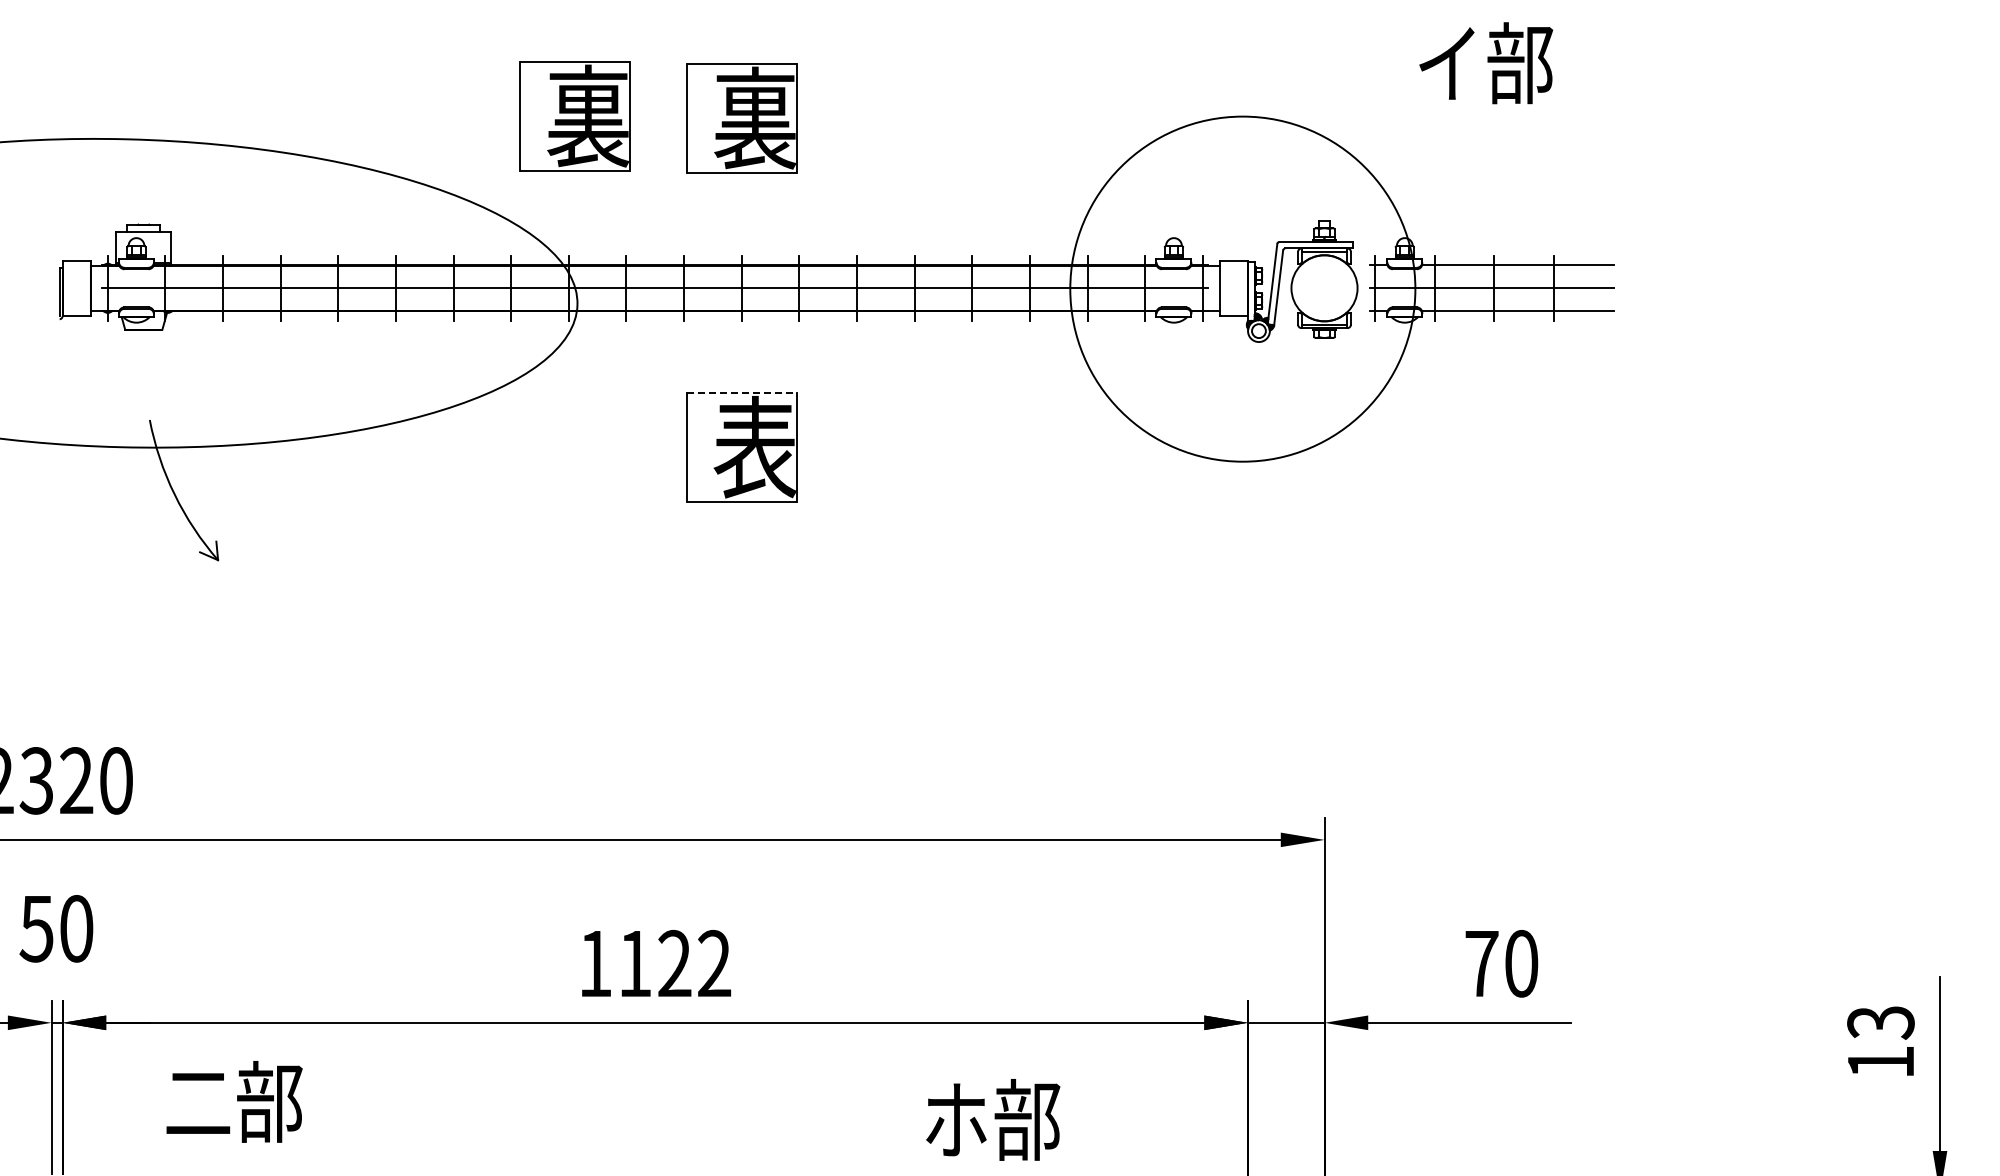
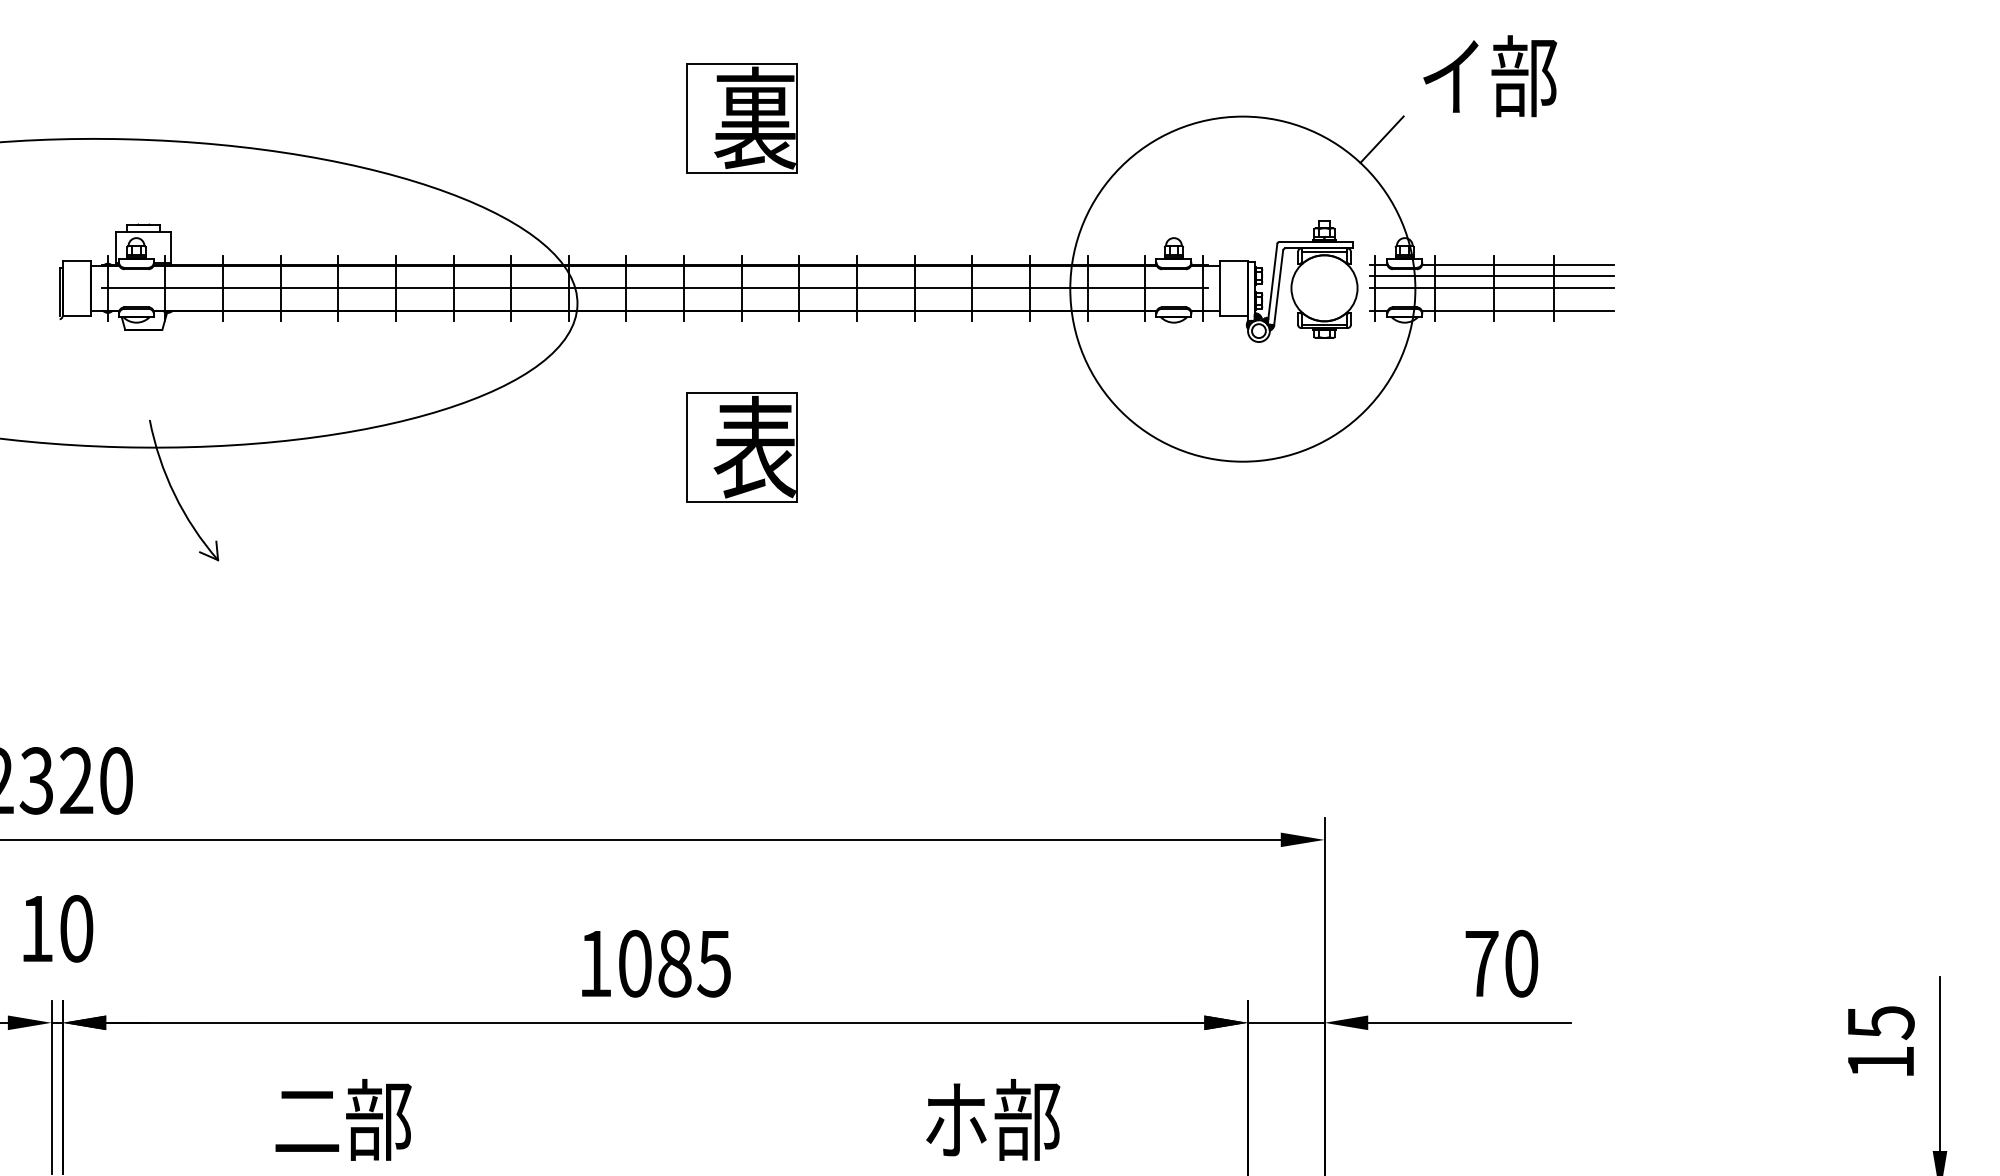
text at (1486, 63) position: (1486, 63) -> (1490, 76)
part at (574, 116): present -> none
line at (1381, 139): none -> present
line at (1491, 276): none -> present
line at (742, 393): dashed -> solid
text at (36, 929): 50 -> 10
text at (675, 963): 1122 -> 1085
text at (1880, 1023): 13 -> 15
text at (234, 1101) position: (234, 1101) -> (343, 1119)
